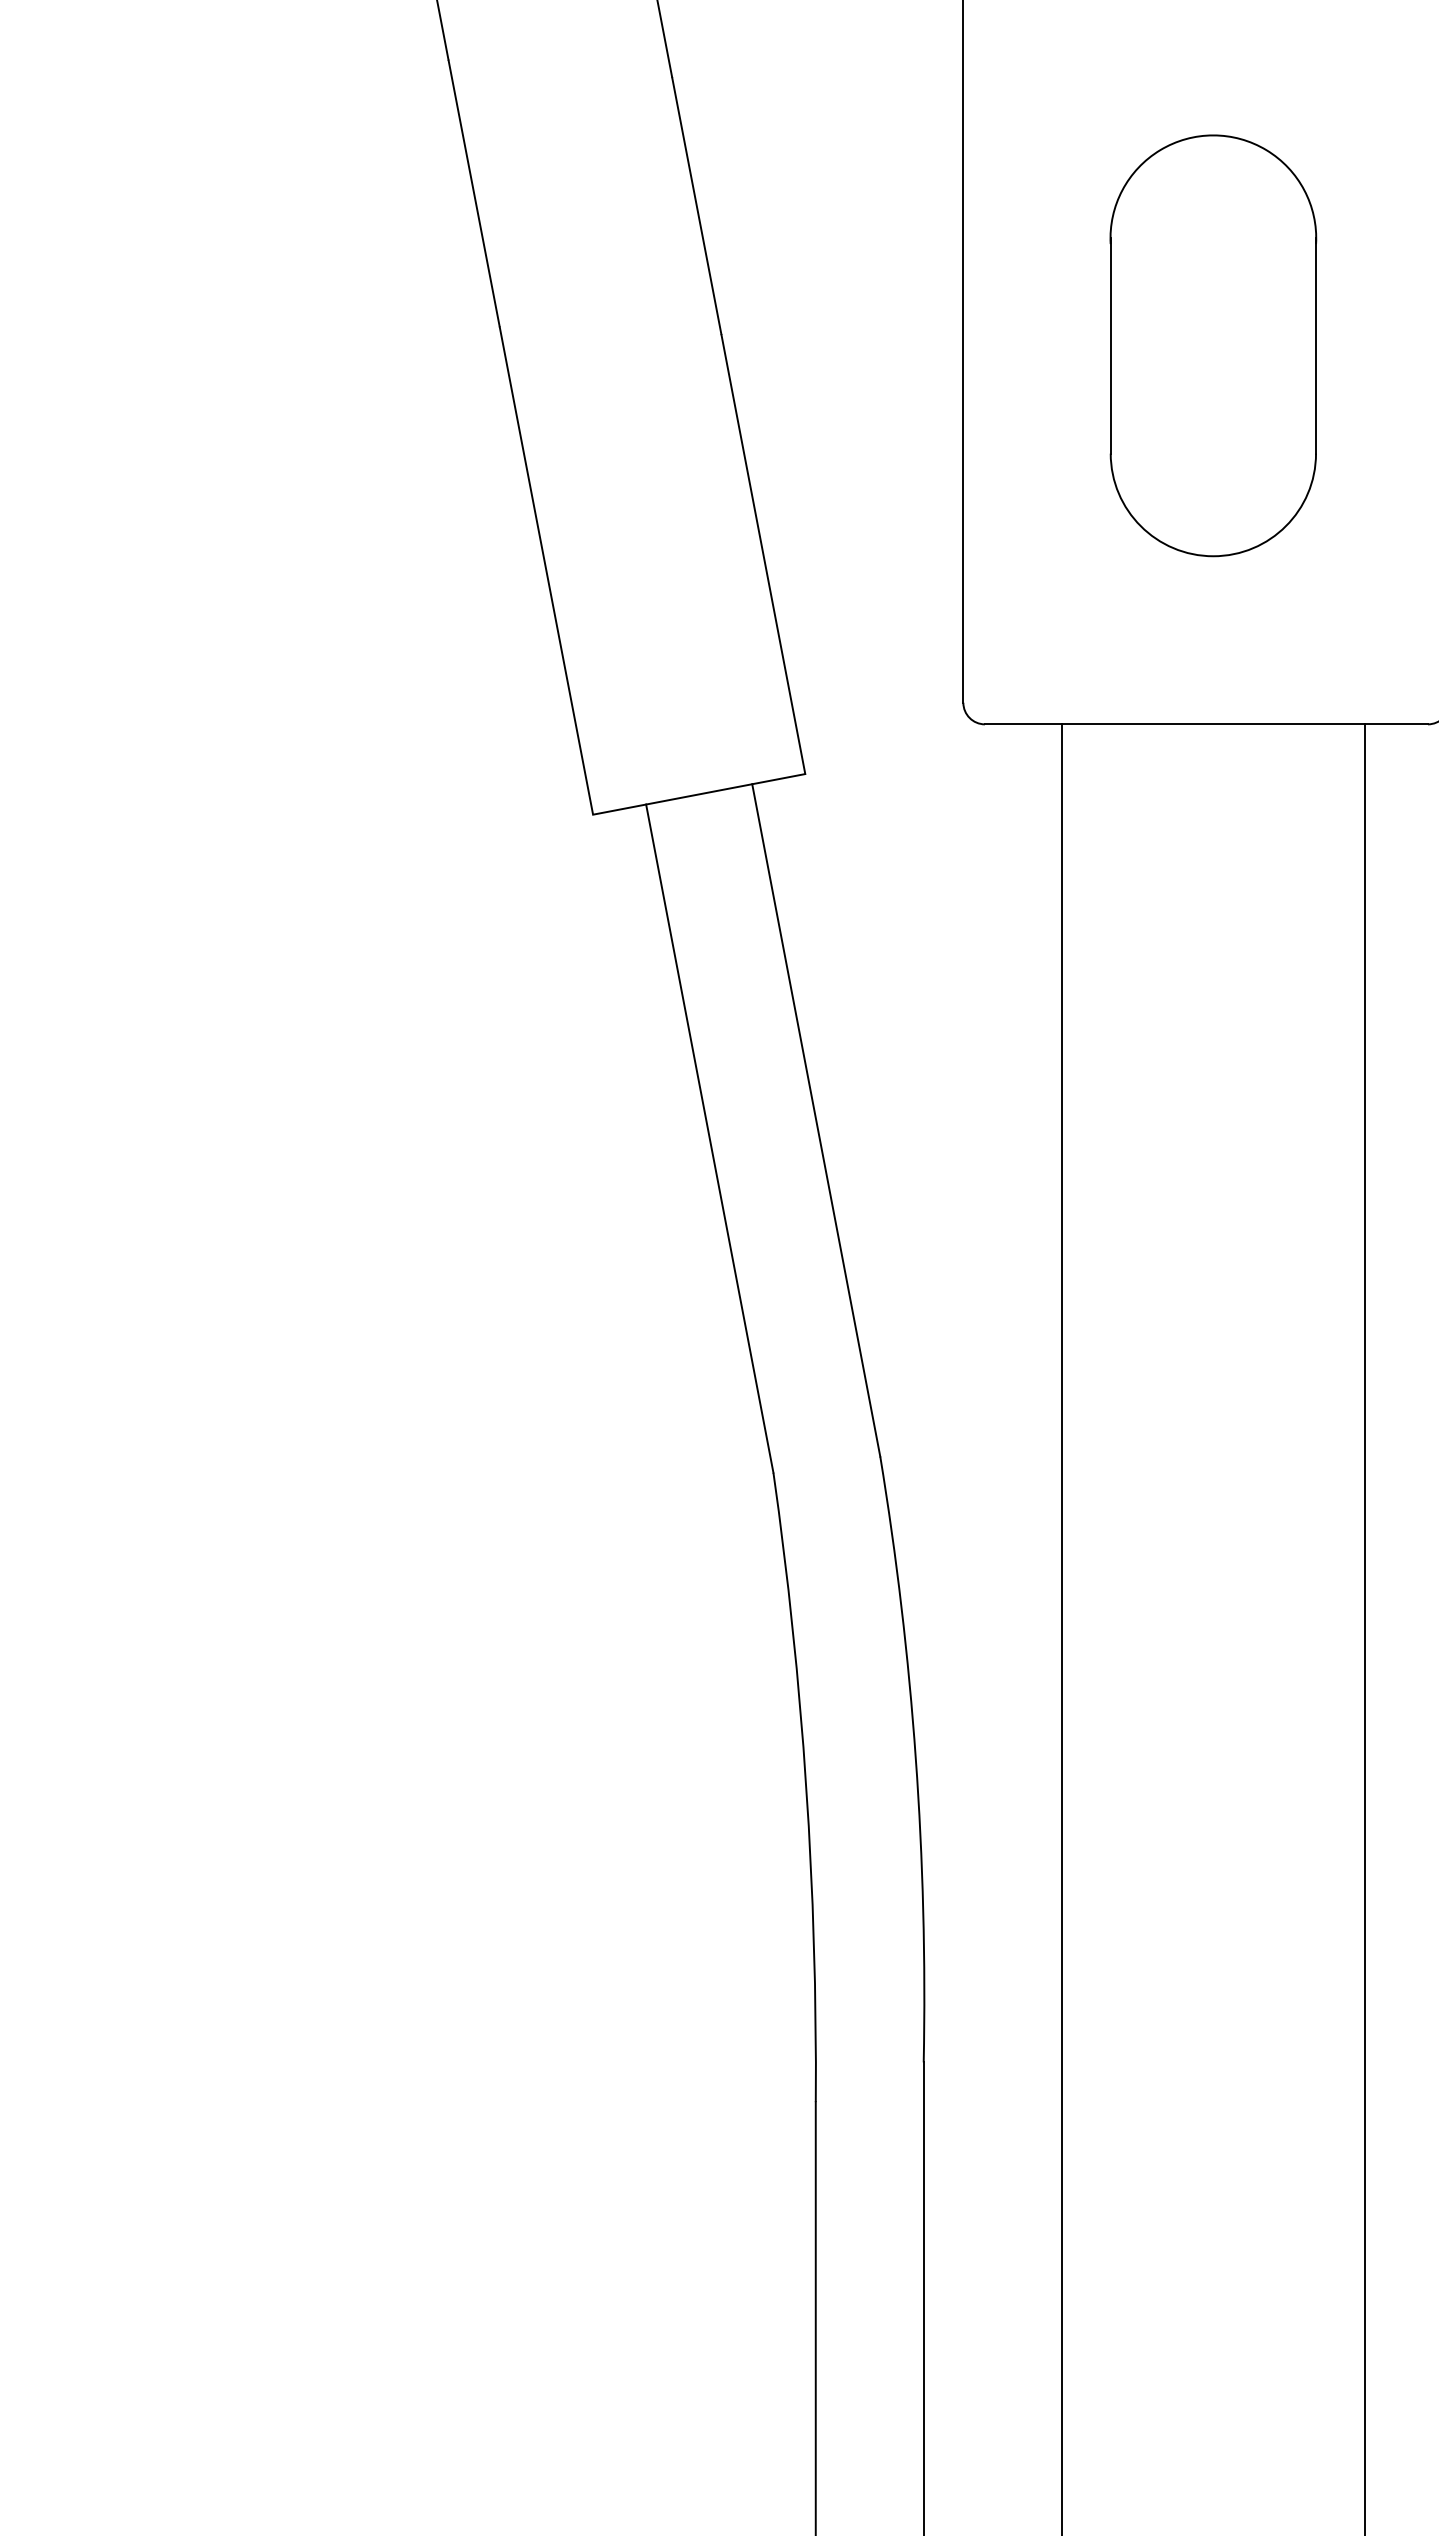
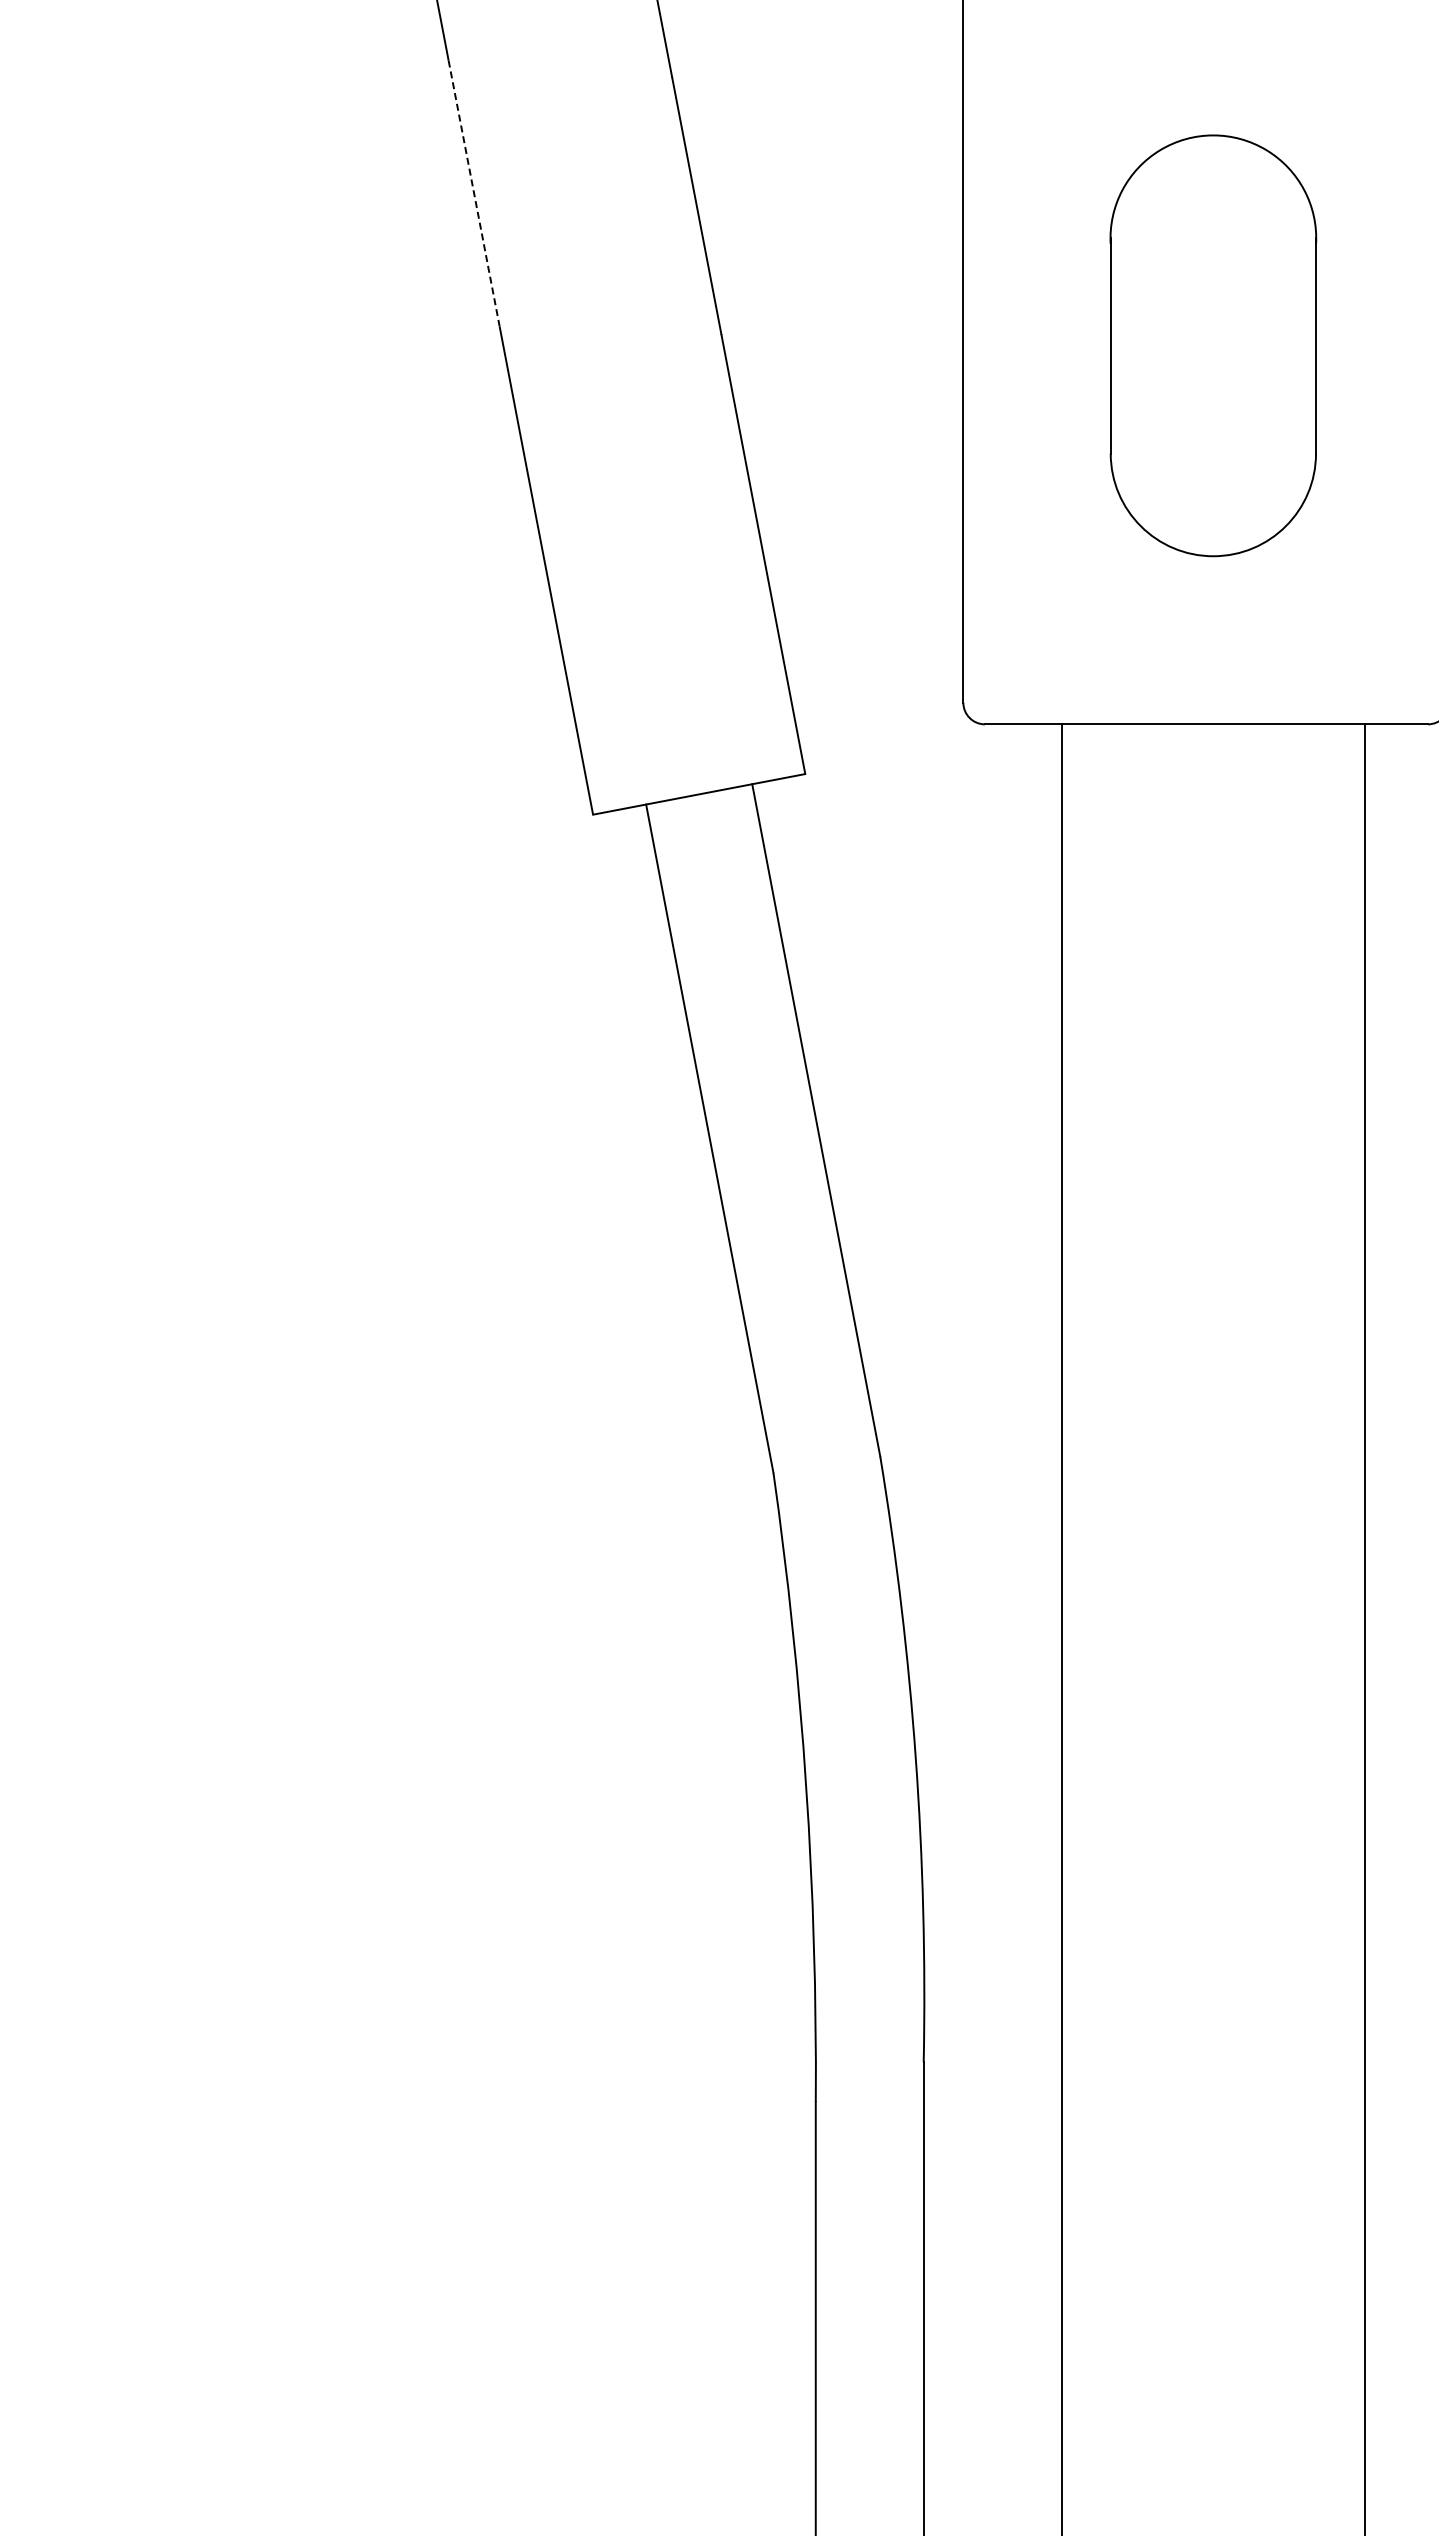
line at (474, 194): solid -> dashed
